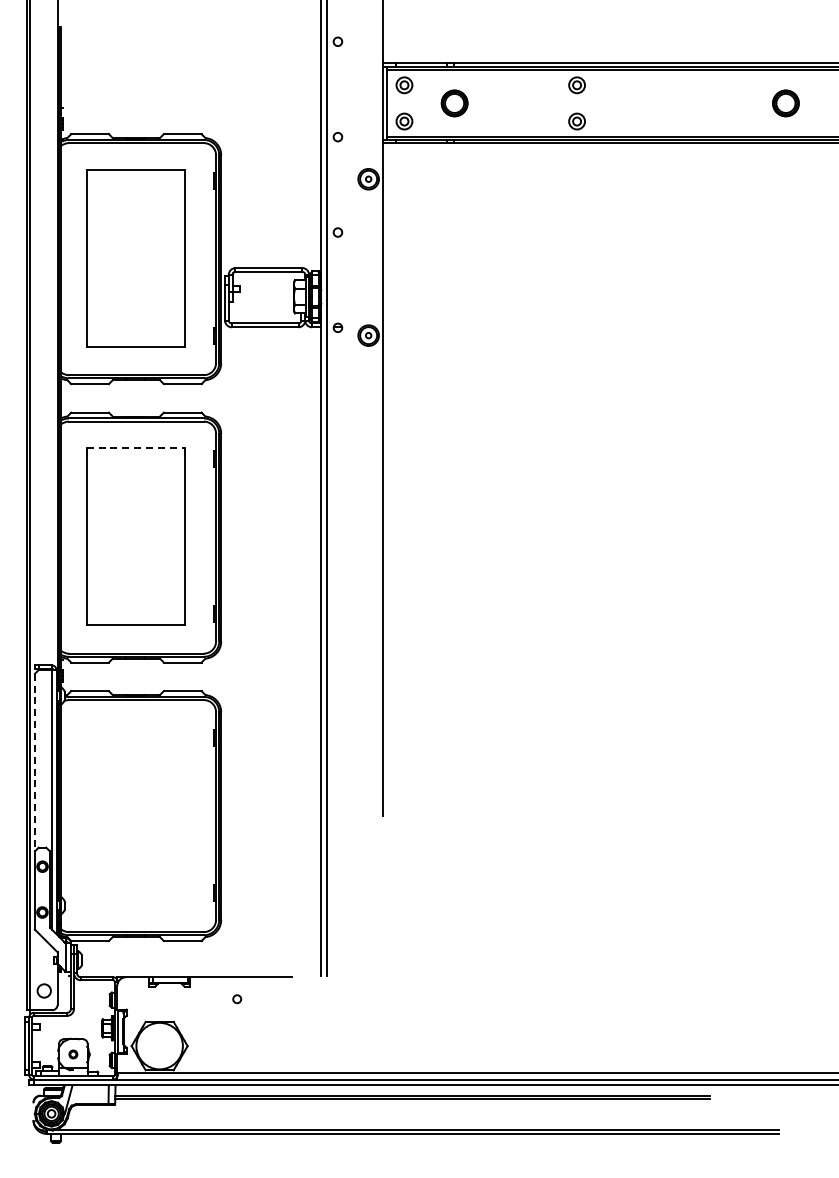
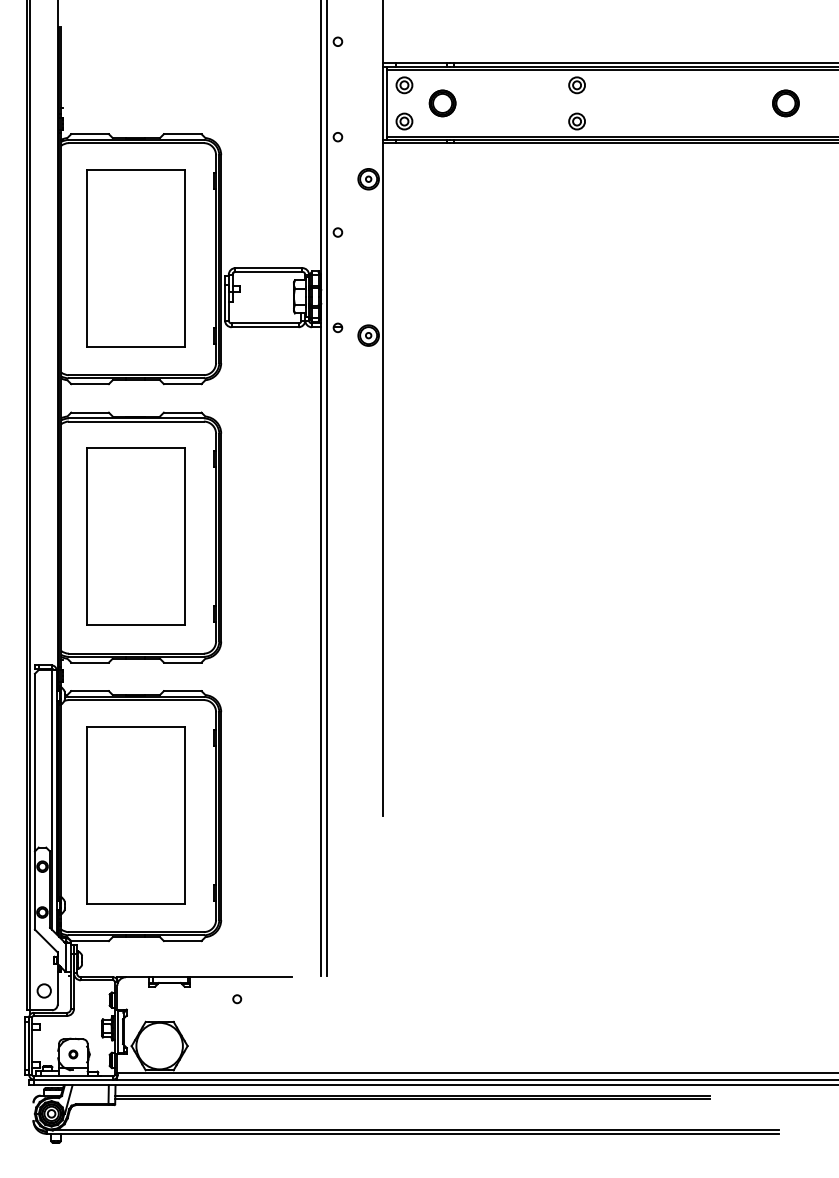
part at (454, 103) position: (454, 103) -> (442, 103)
line at (135, 448): dashed -> solid
line at (34, 762): dashed -> solid
part at (135, 815): none -> present
